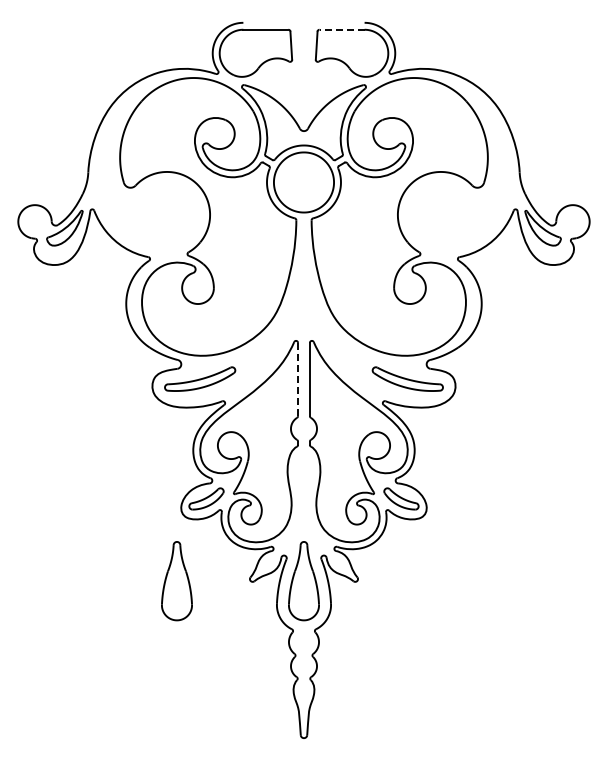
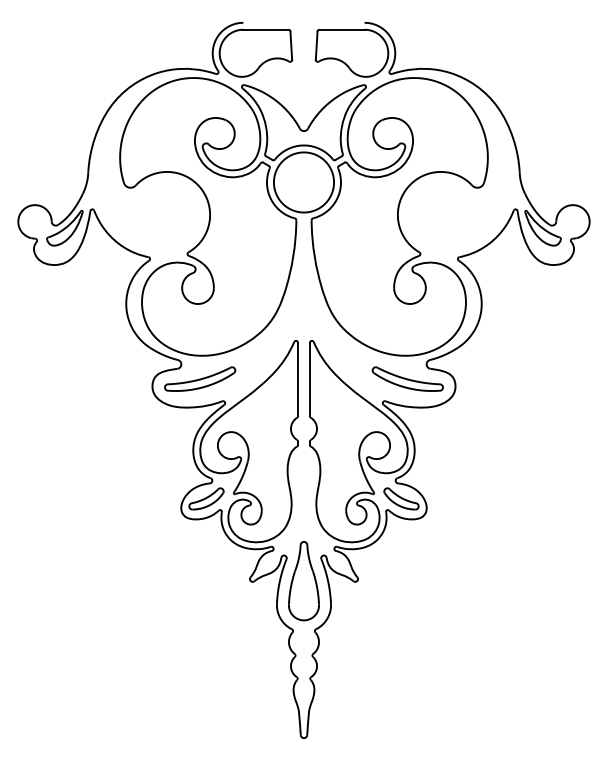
line at (342, 29): dashed -> solid
line at (298, 379): dashed -> solid
part at (176, 581): present -> none
